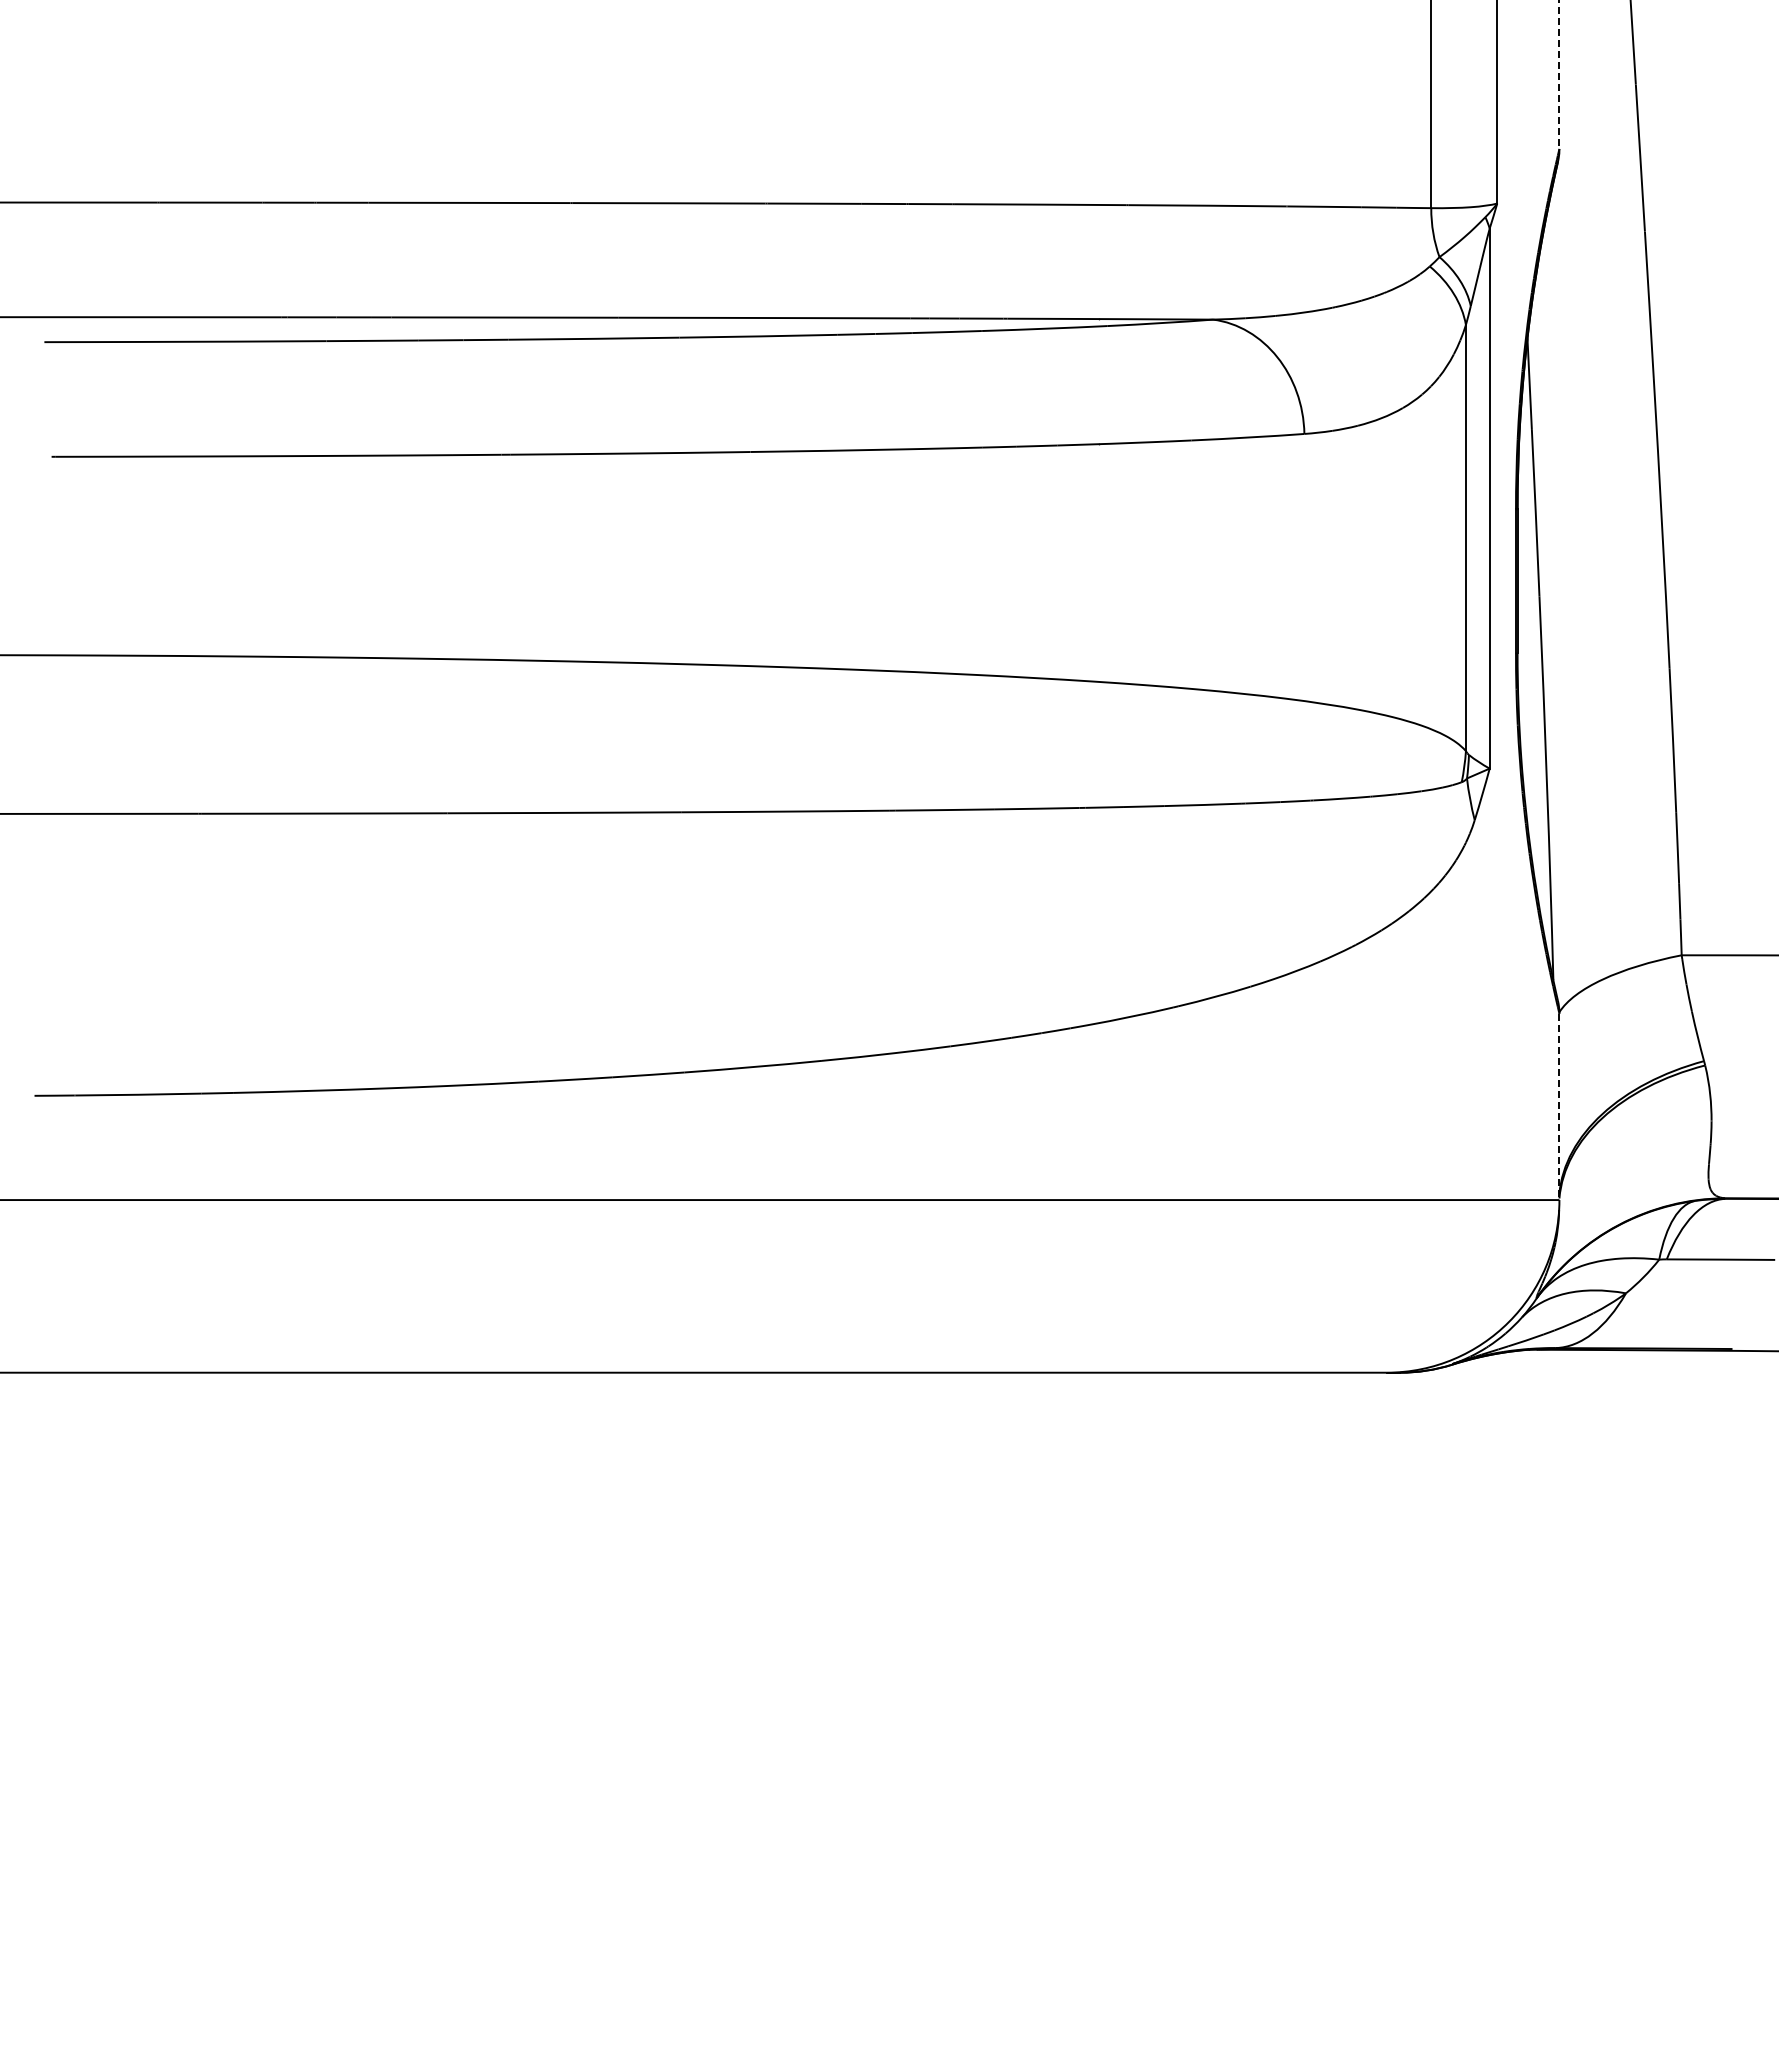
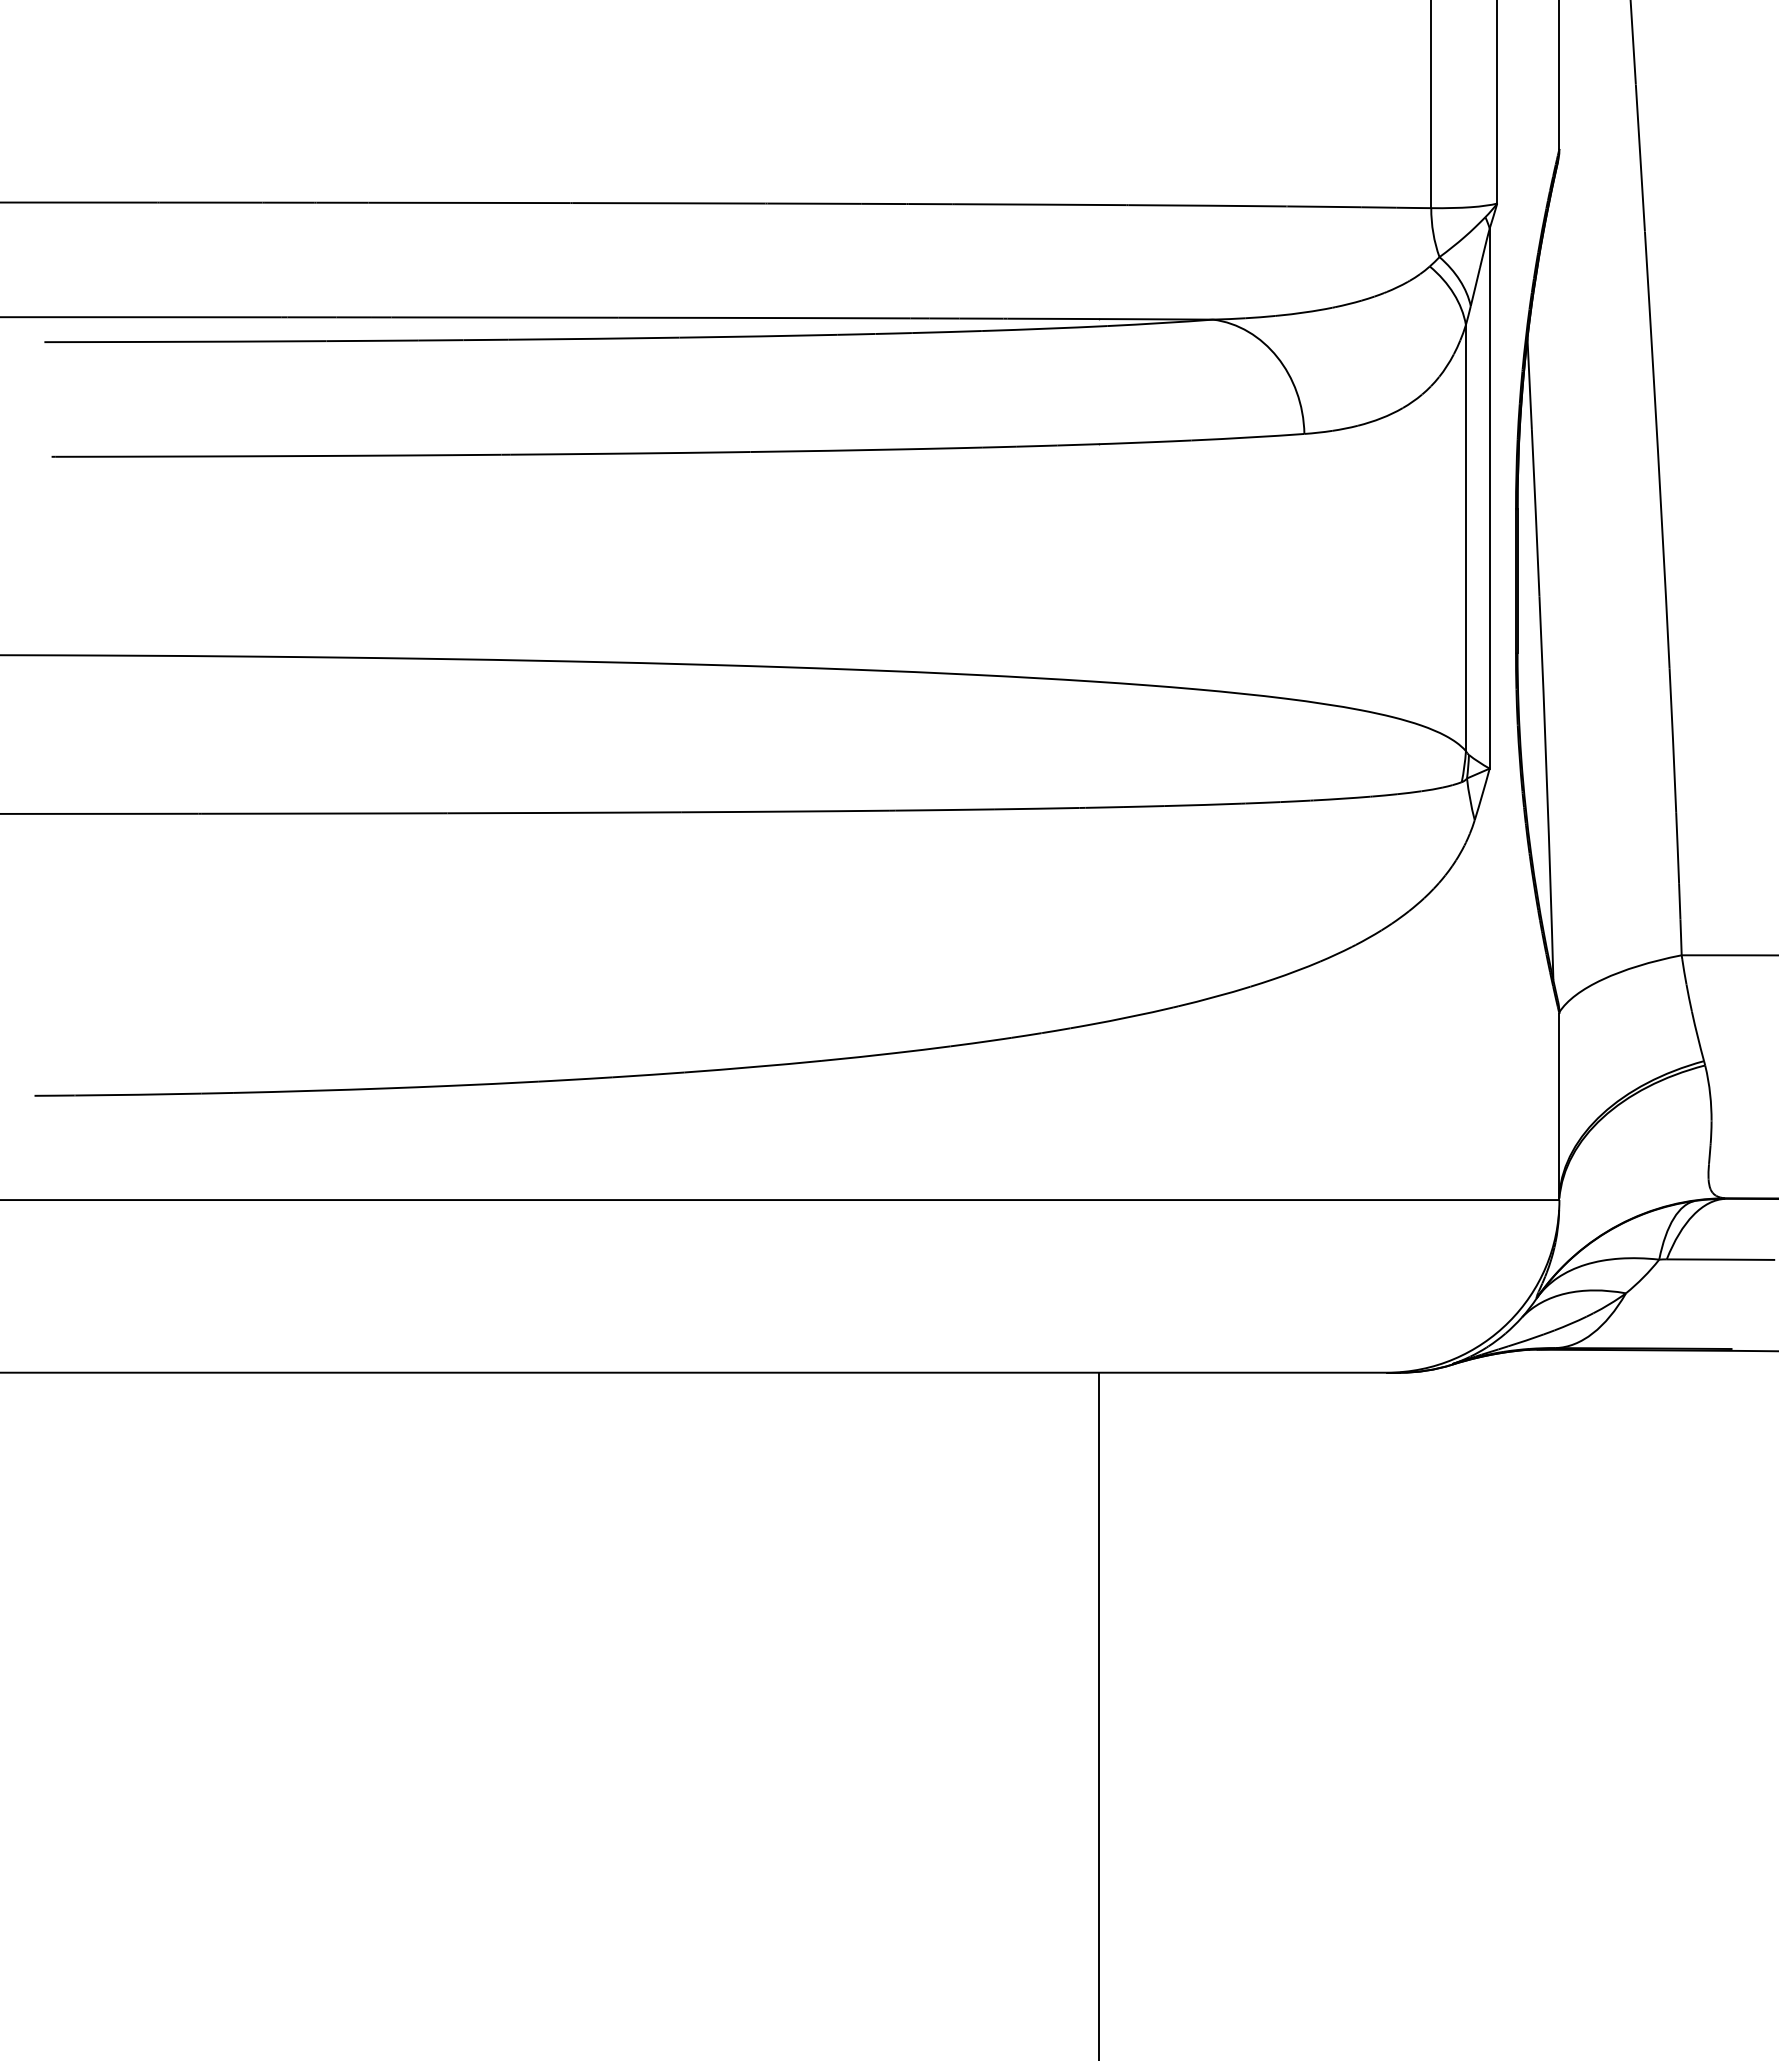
line at (1559, 75): dashed -> solid
line at (1559, 1107): dashed -> solid
line at (1099, 1714): none -> present
